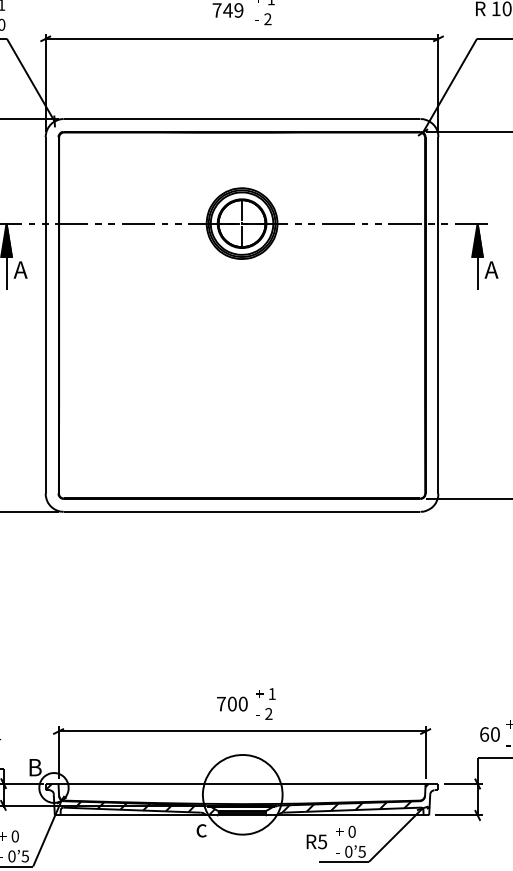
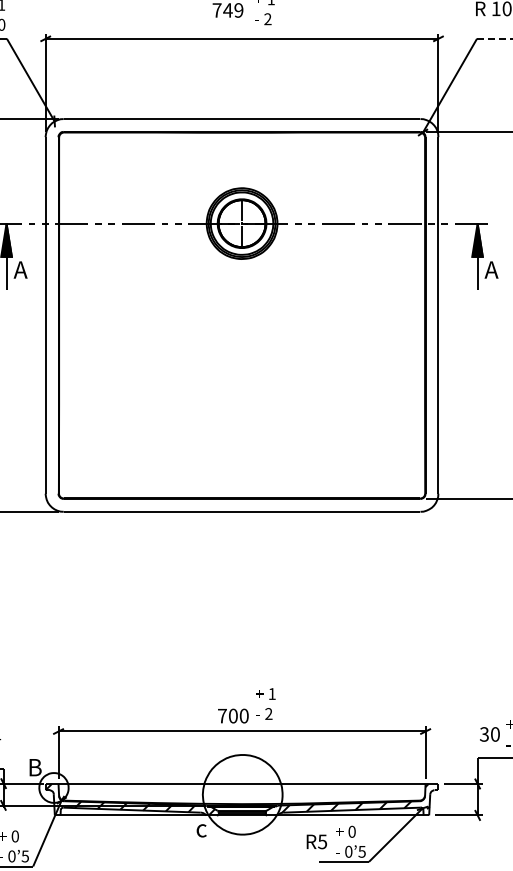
line at (494, 38): solid -> dashed
text at (232, 703) position: (232, 703) -> (233, 715)
text at (484, 734): 60 -> 30
